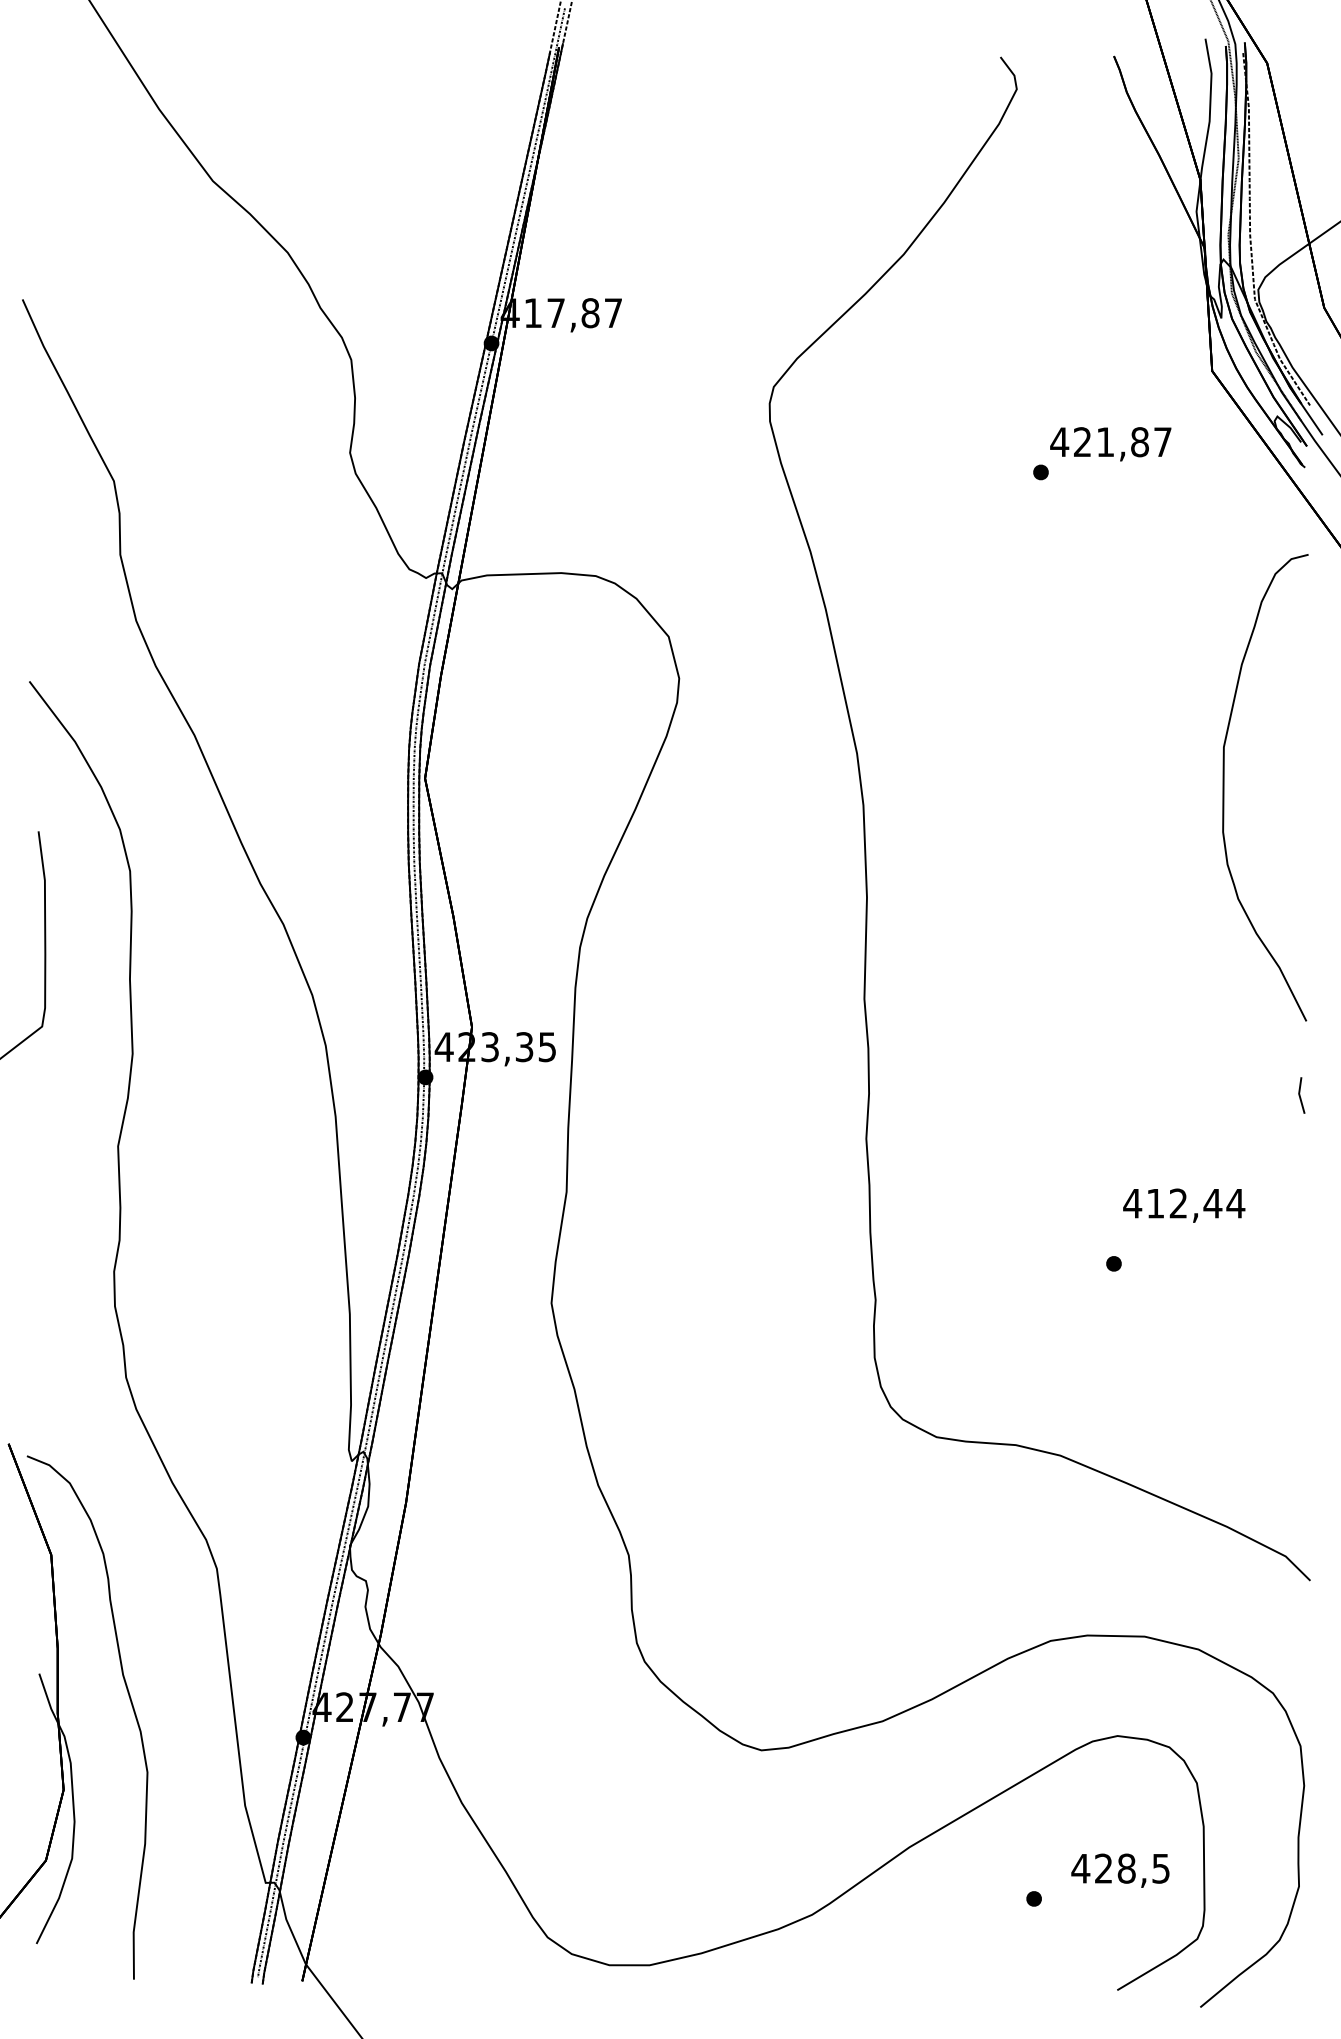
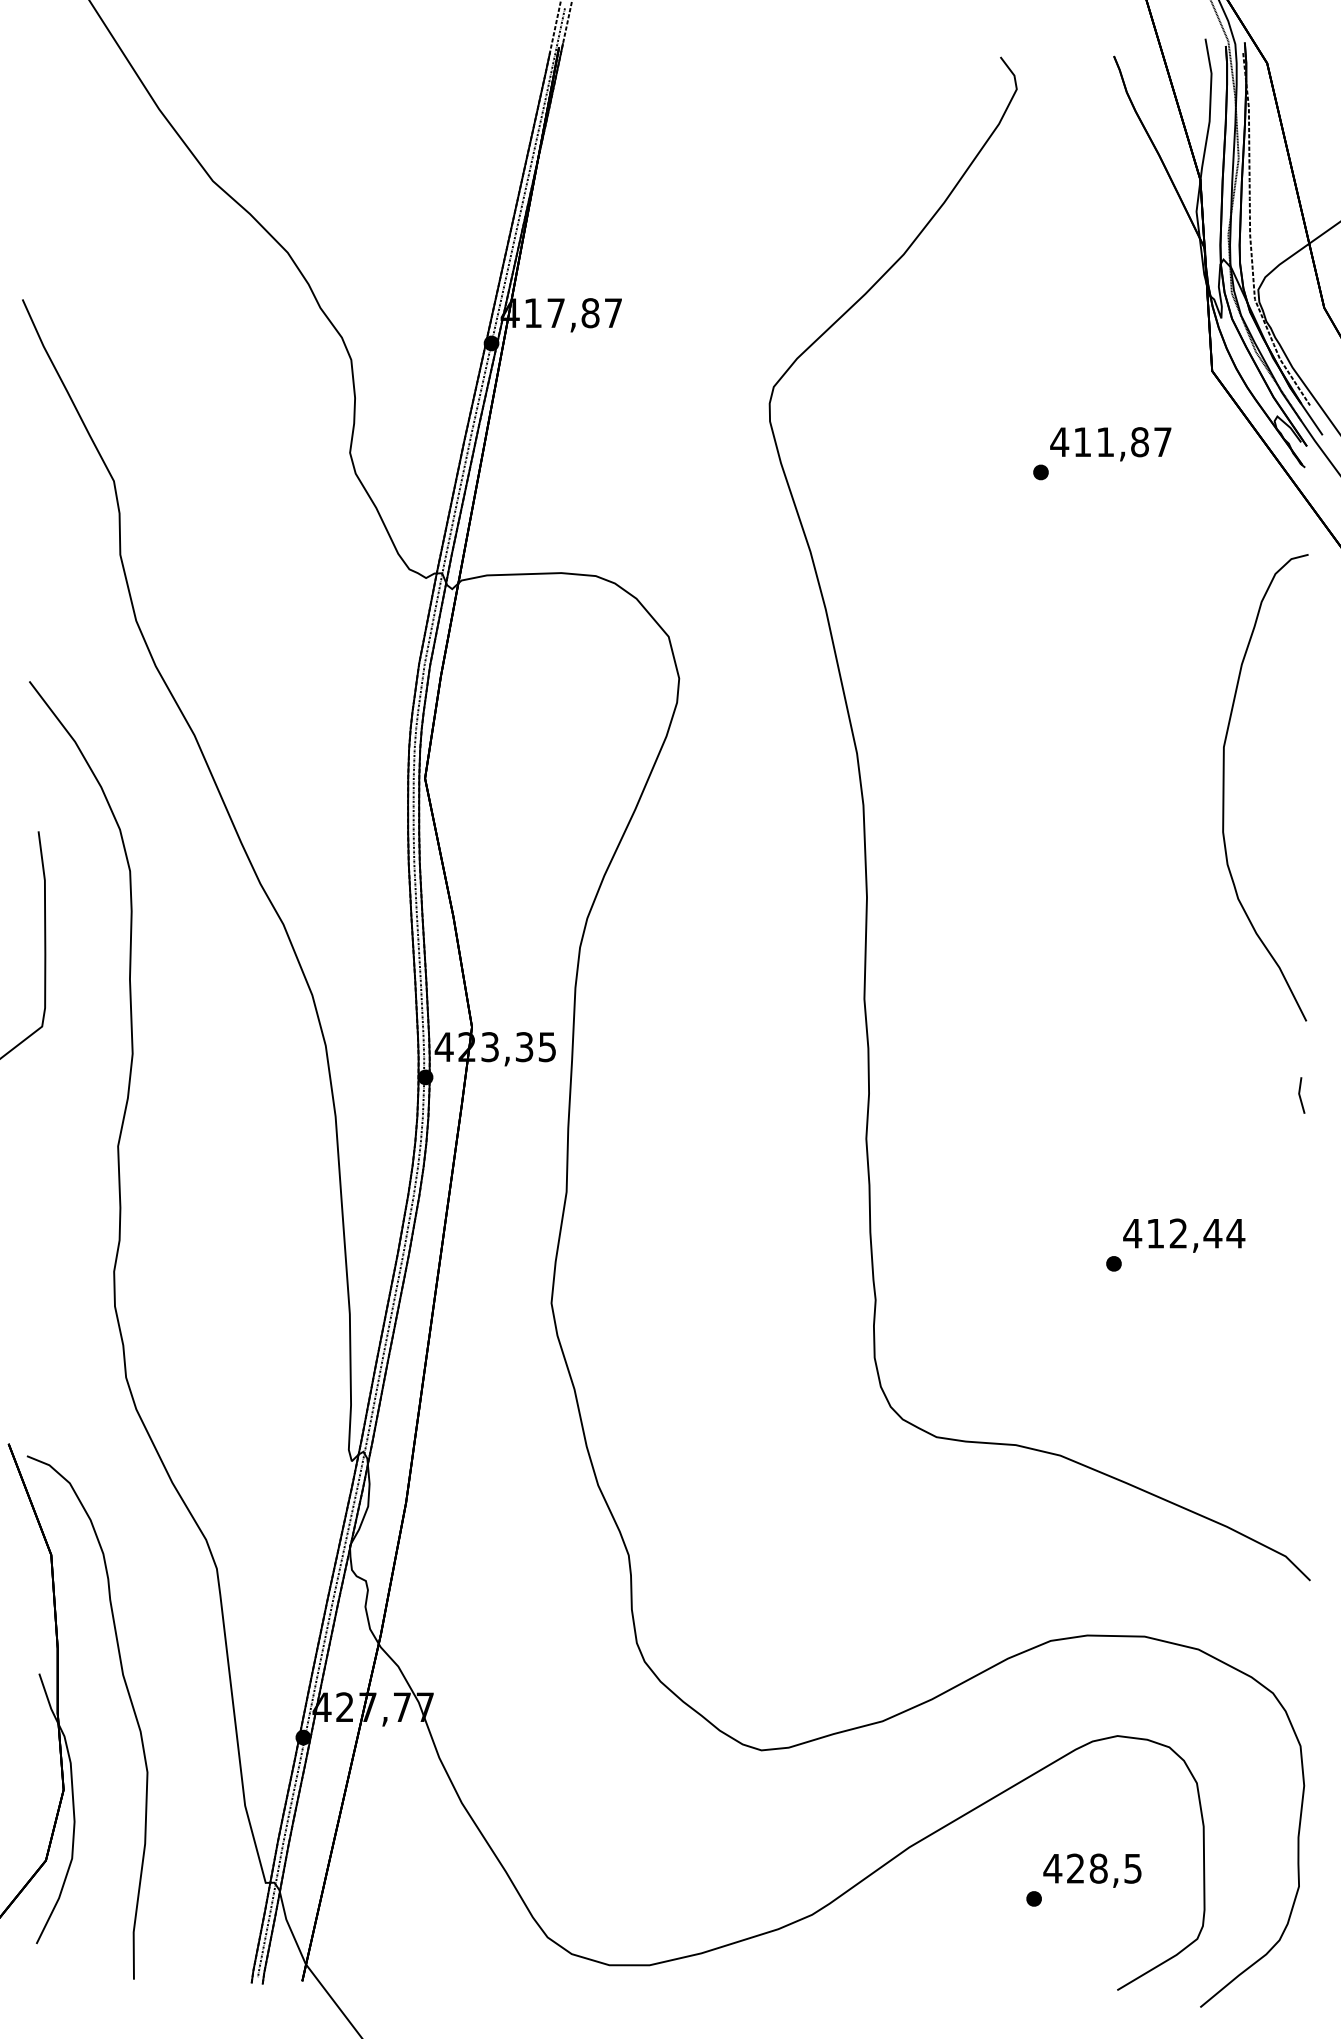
text at (1082, 441): 421,87 -> 411,87
text at (1184, 1205) position: (1184, 1205) -> (1184, 1235)
text at (1120, 1870) position: (1120, 1870) -> (1092, 1870)
